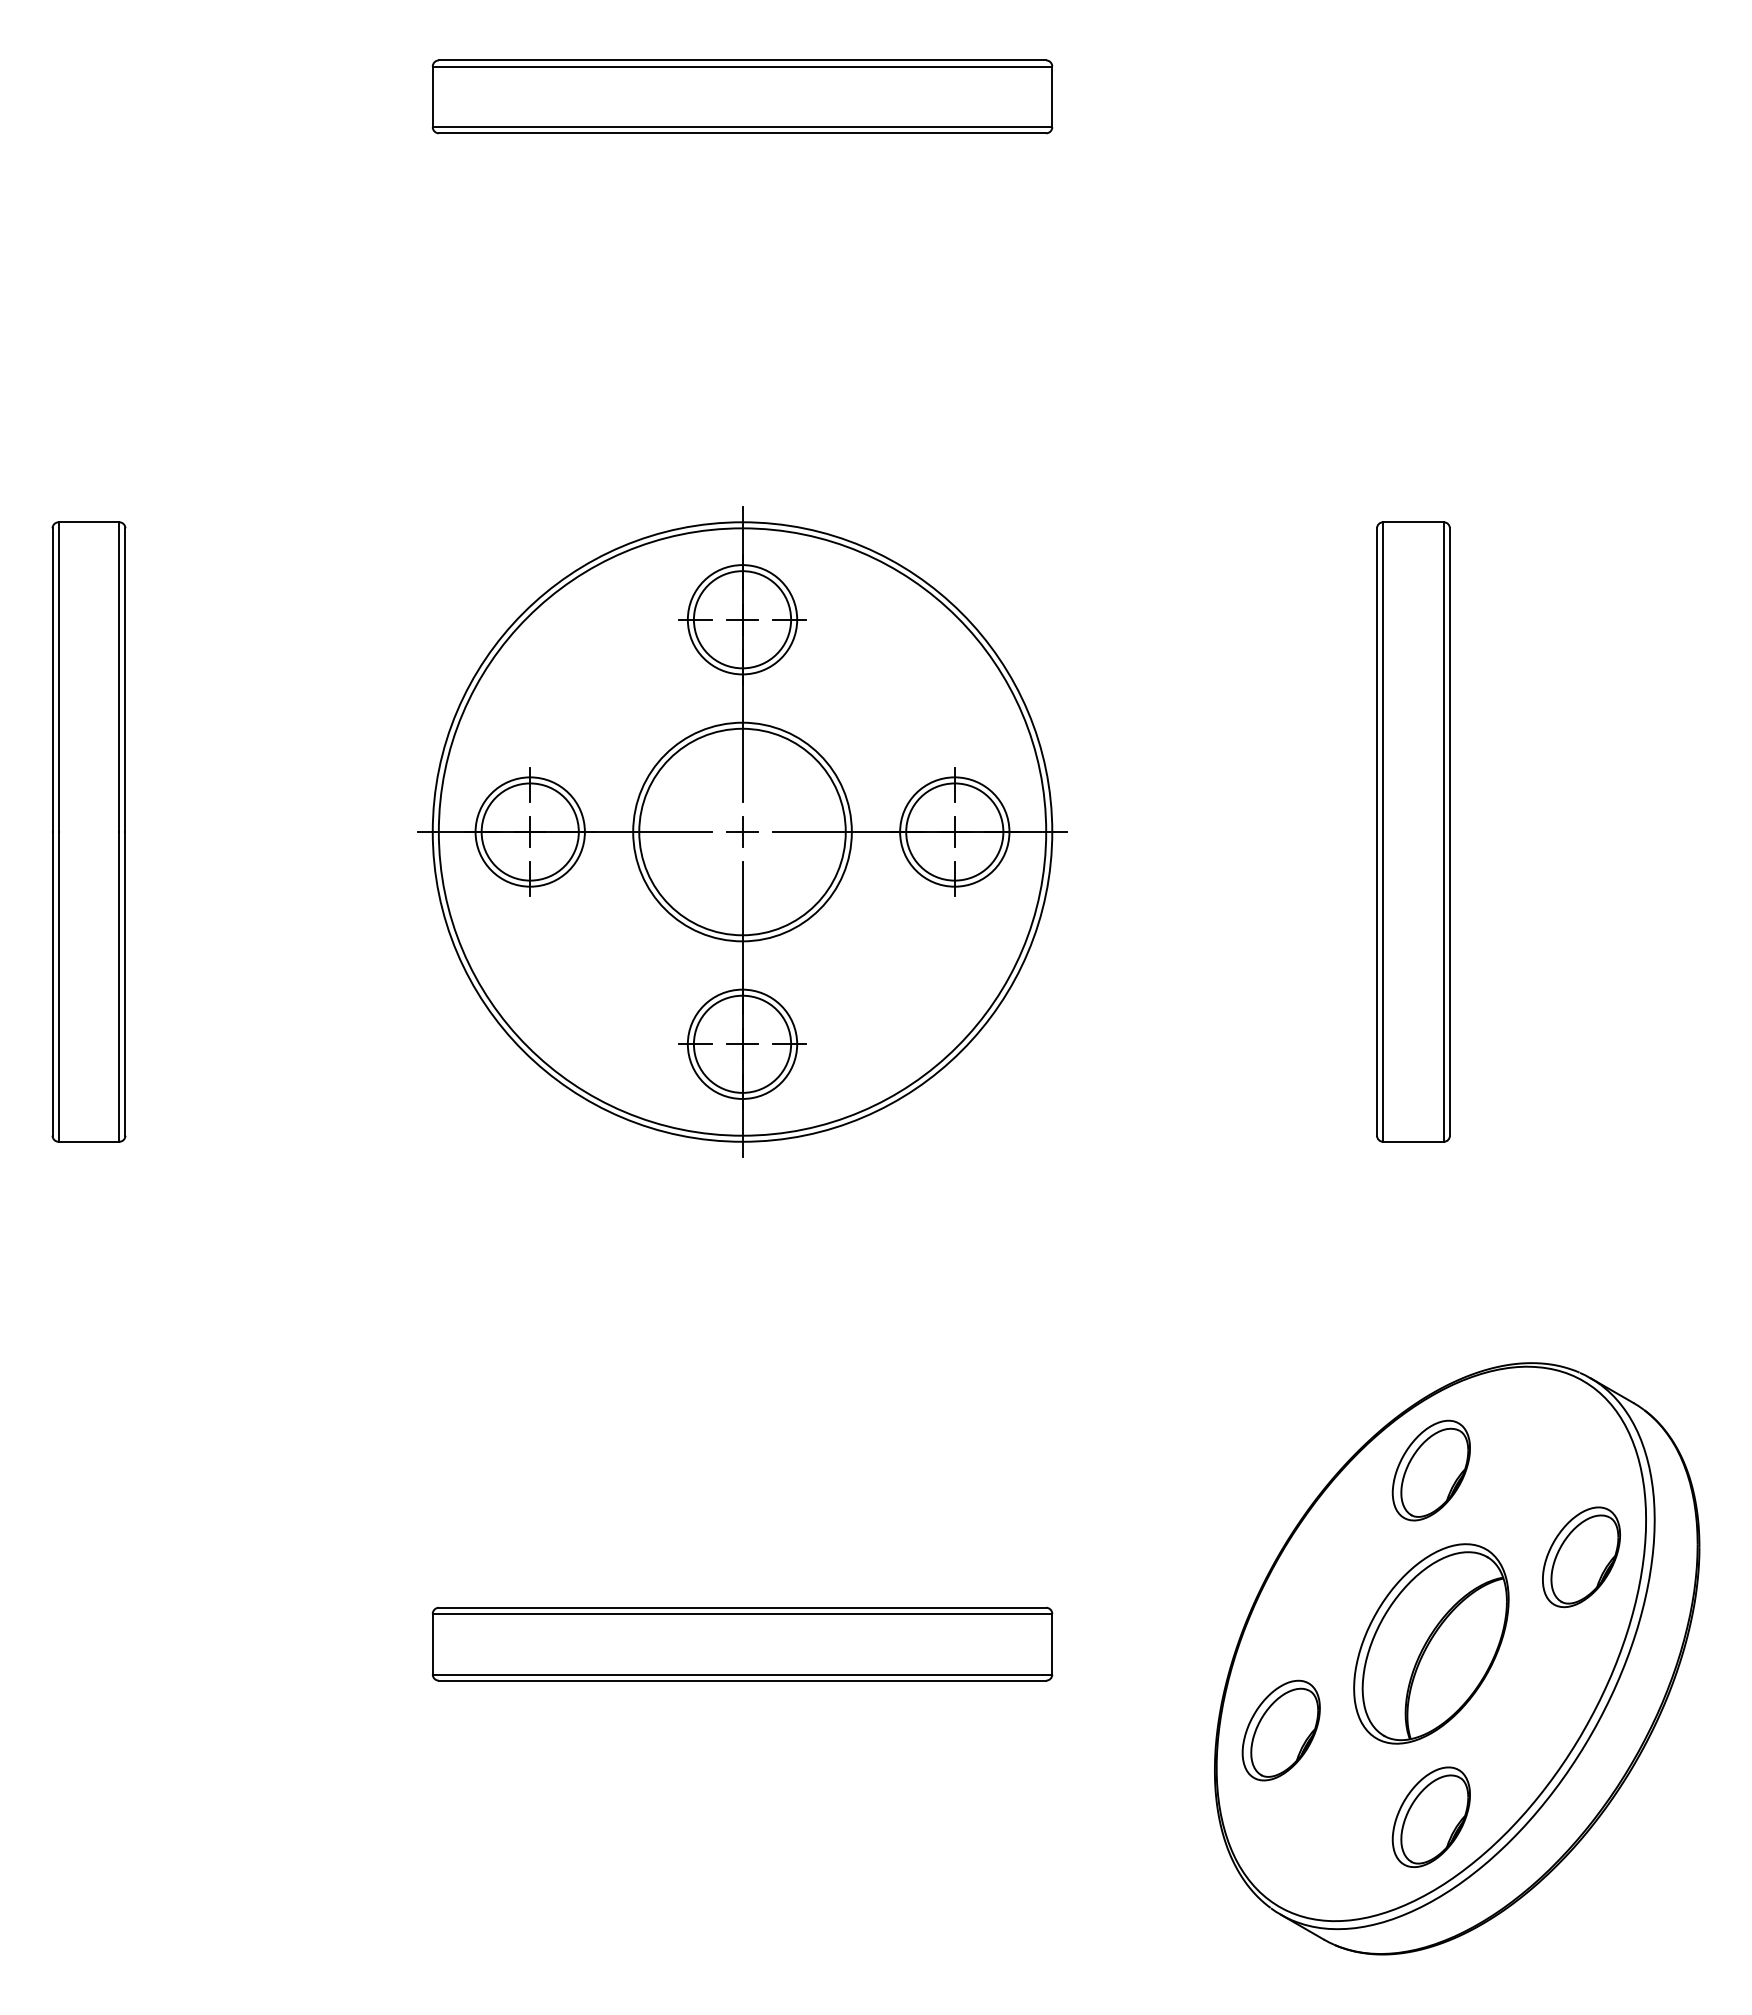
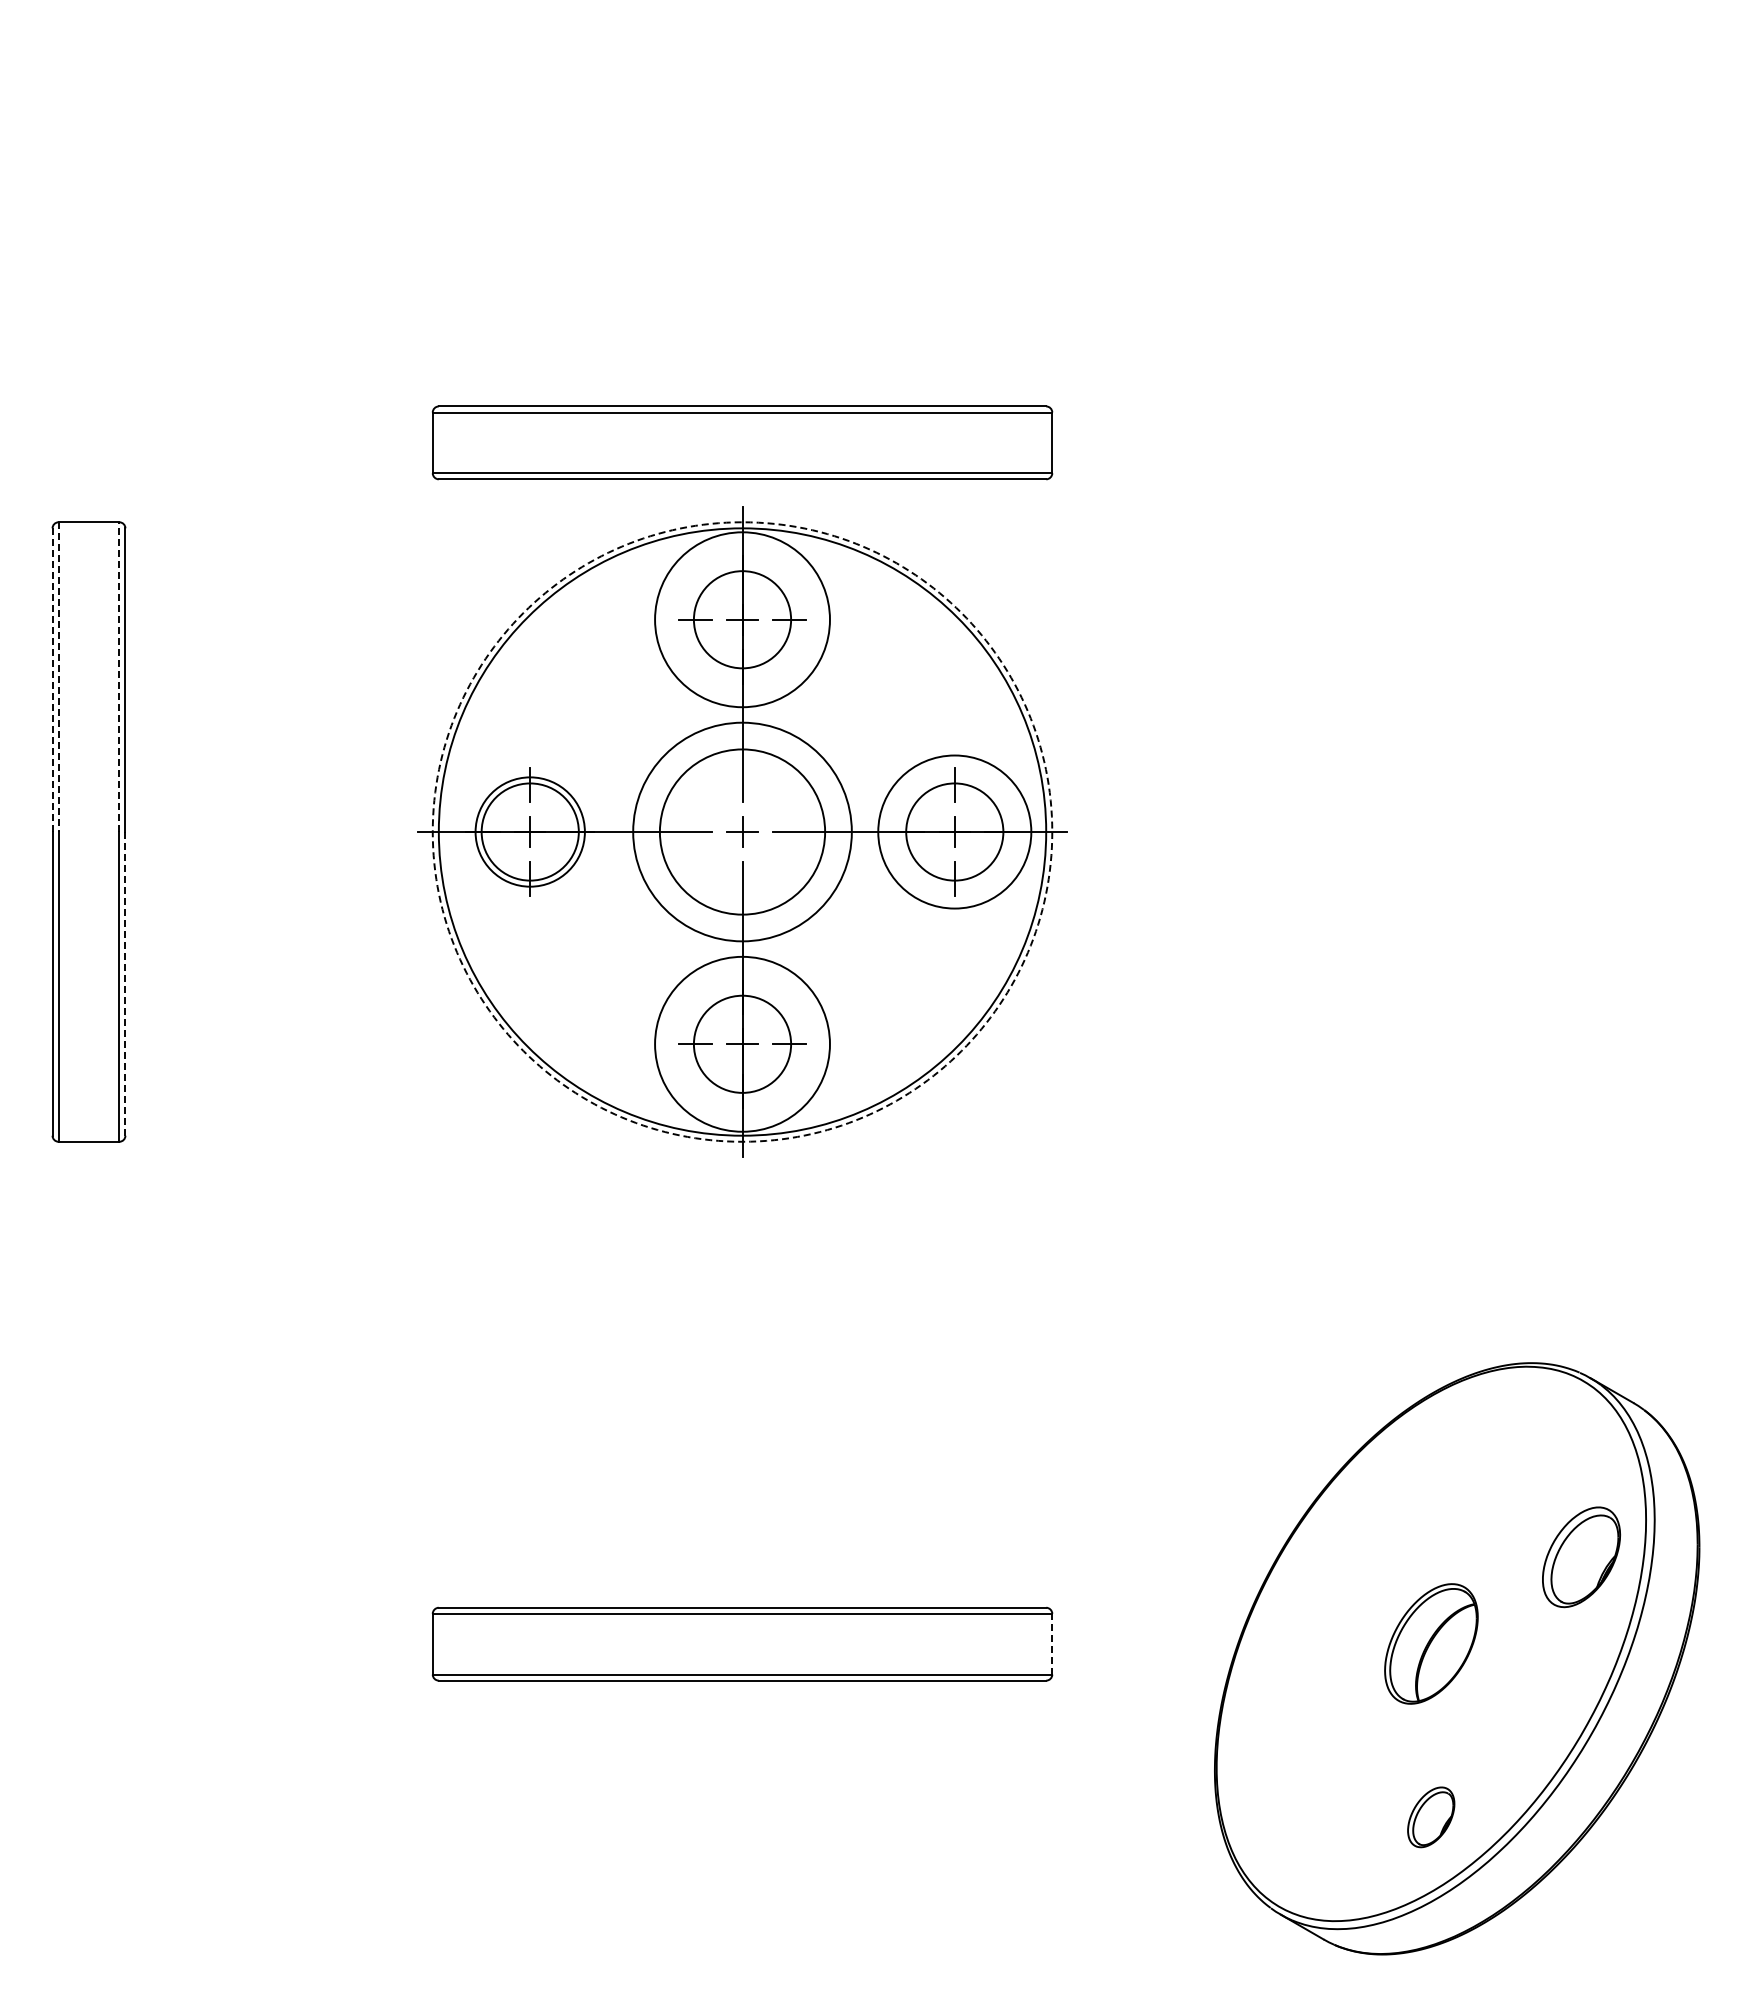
part at (742, 96) position: (742, 96) -> (742, 442)
circle at (742, 619) diameter: 109 px -> 175 px
line at (58, 677): solid -> dashed
line at (119, 677): solid -> dashed
line at (52, 680): solid -> dashed
circle at (742, 831) diameter: 207 px -> 165 px
circle at (742, 831): solid -> dashed
circle at (954, 831) diameter: 109 px -> 153 px
part at (1413, 831): present -> none
line at (125, 983): solid -> dashed
circle at (742, 1043) diameter: 109 px -> 175 px
part at (1430, 1470): present -> none
line at (1052, 1643): solid -> dashed
part at (1431, 1643) size: 157x202 px -> 95x122 px
part at (1280, 1730): present -> none
part at (1430, 1817) size: 80x103 px -> 49x63 px
